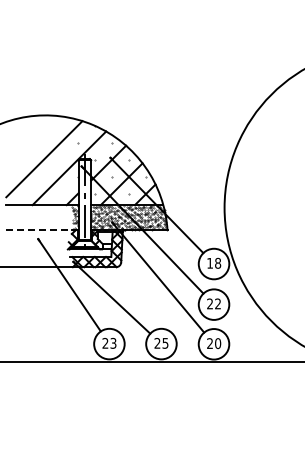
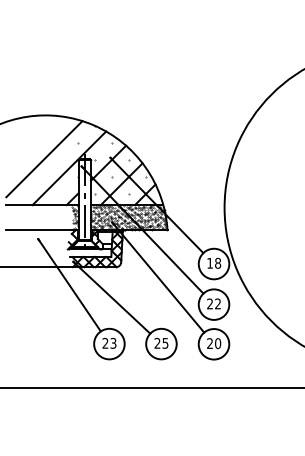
line at (42, 230): dashed -> solid
line at (151, 362) position: (151, 362) -> (151, 388)
